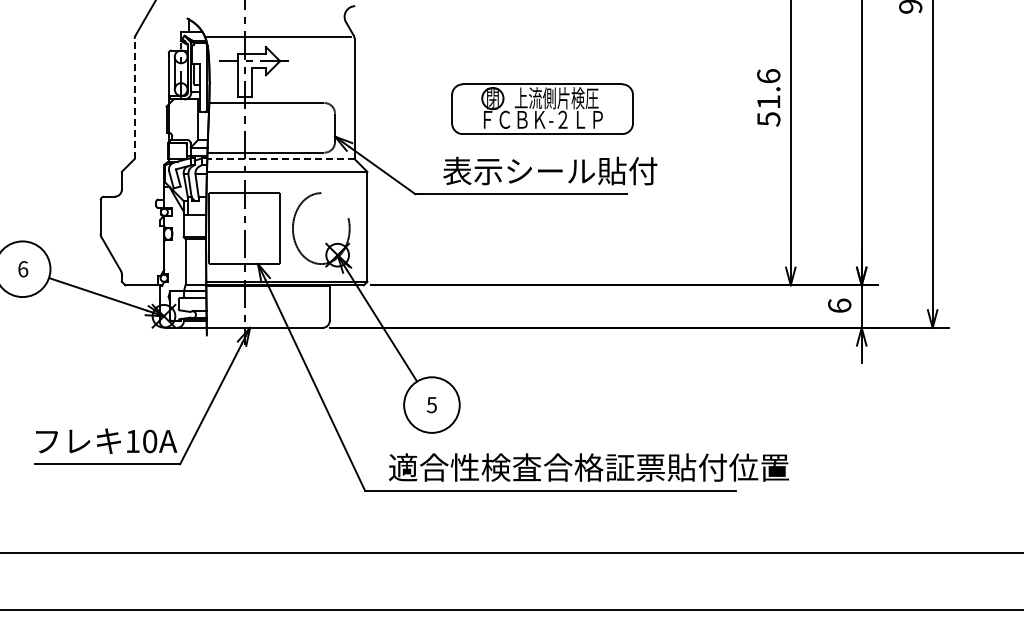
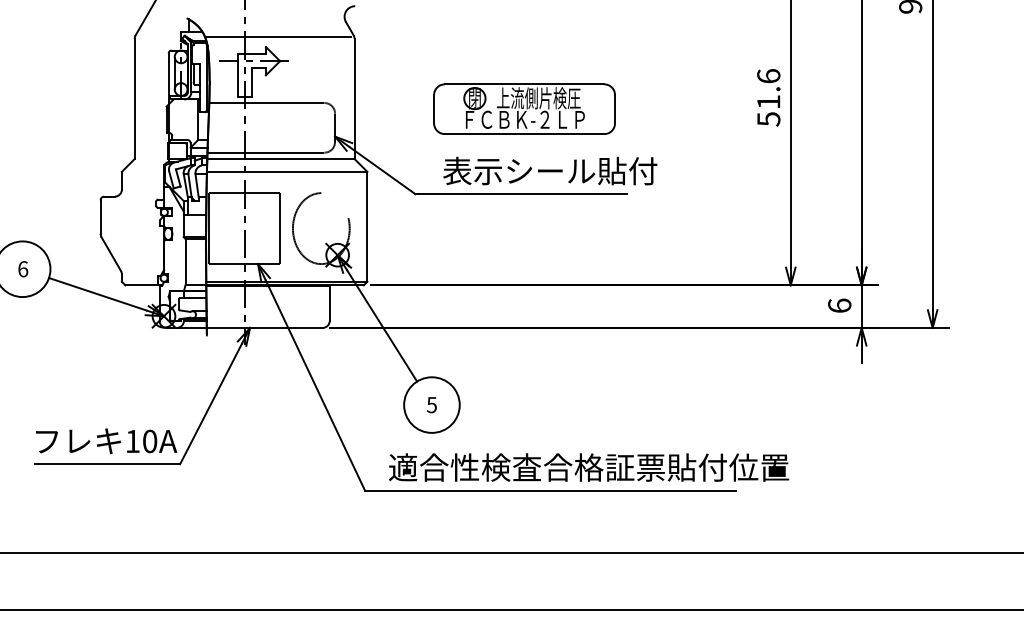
line at (134, 98): dashed -> solid
part at (542, 108) position: (542, 108) -> (524, 108)
line at (280, 159): dashed -> solid
